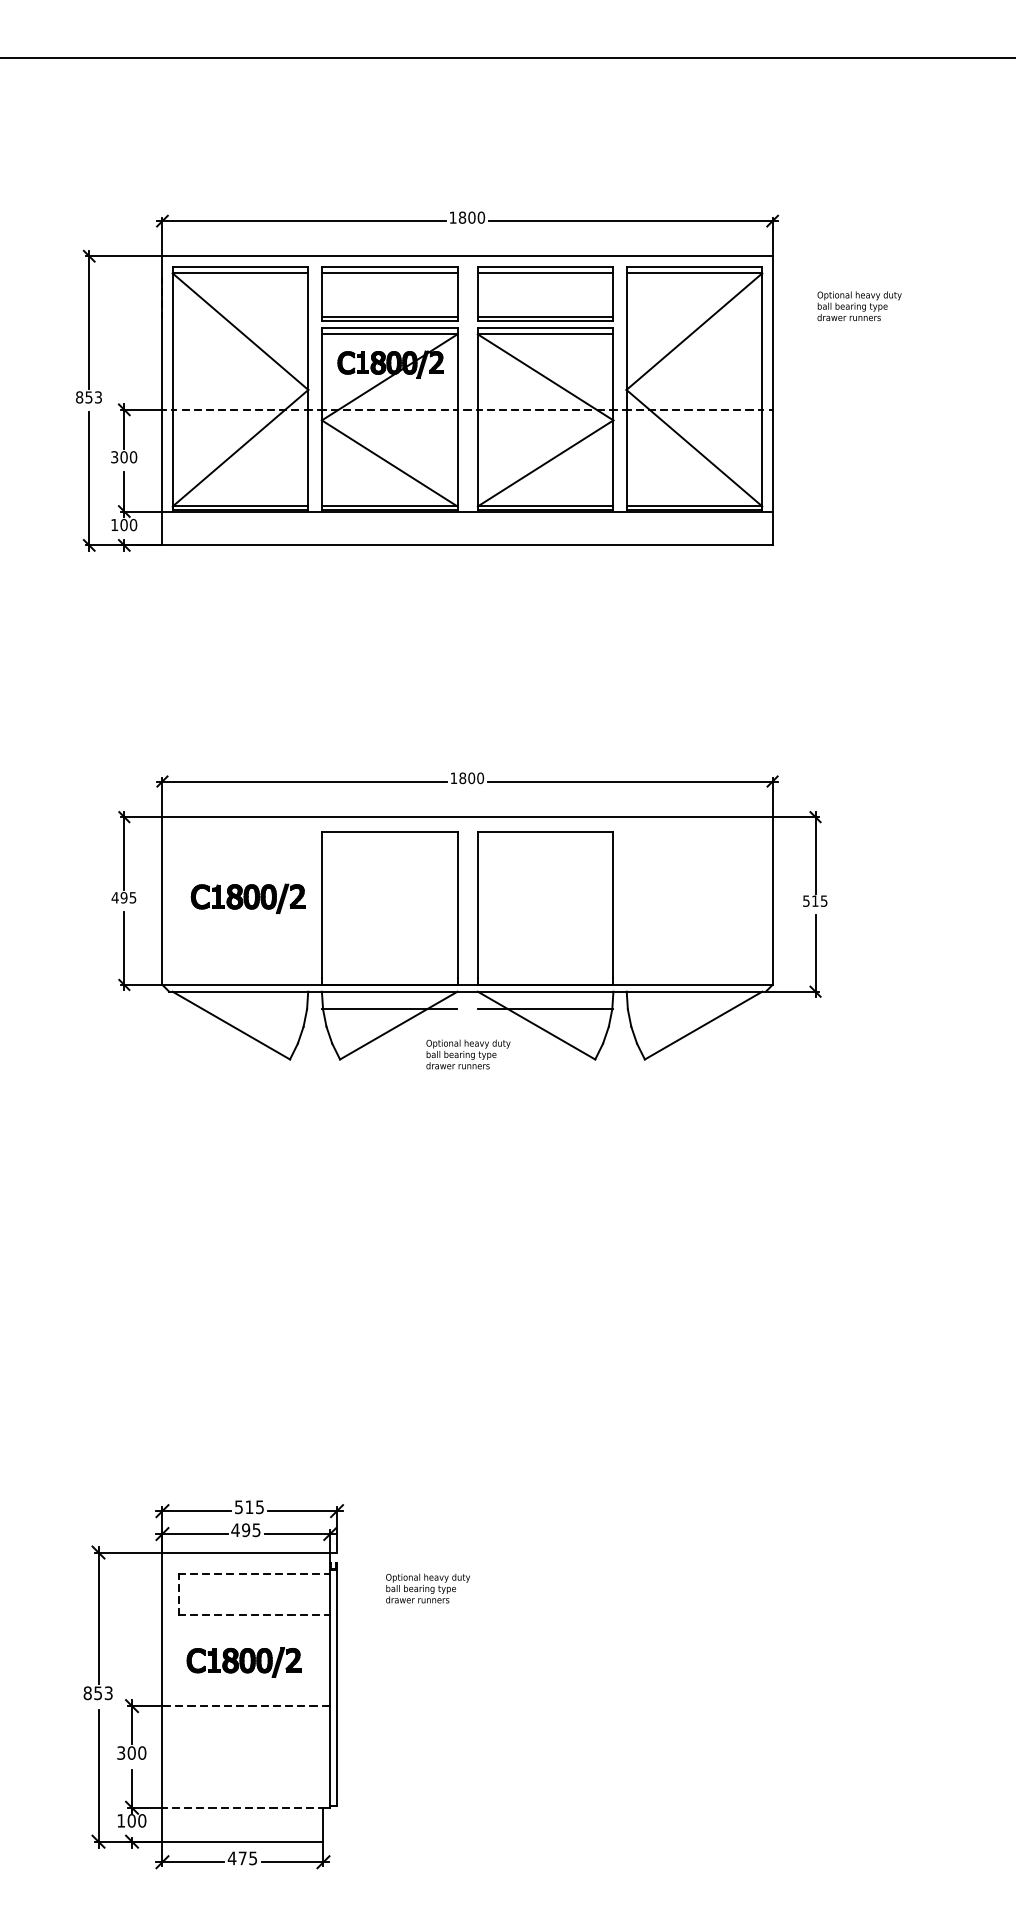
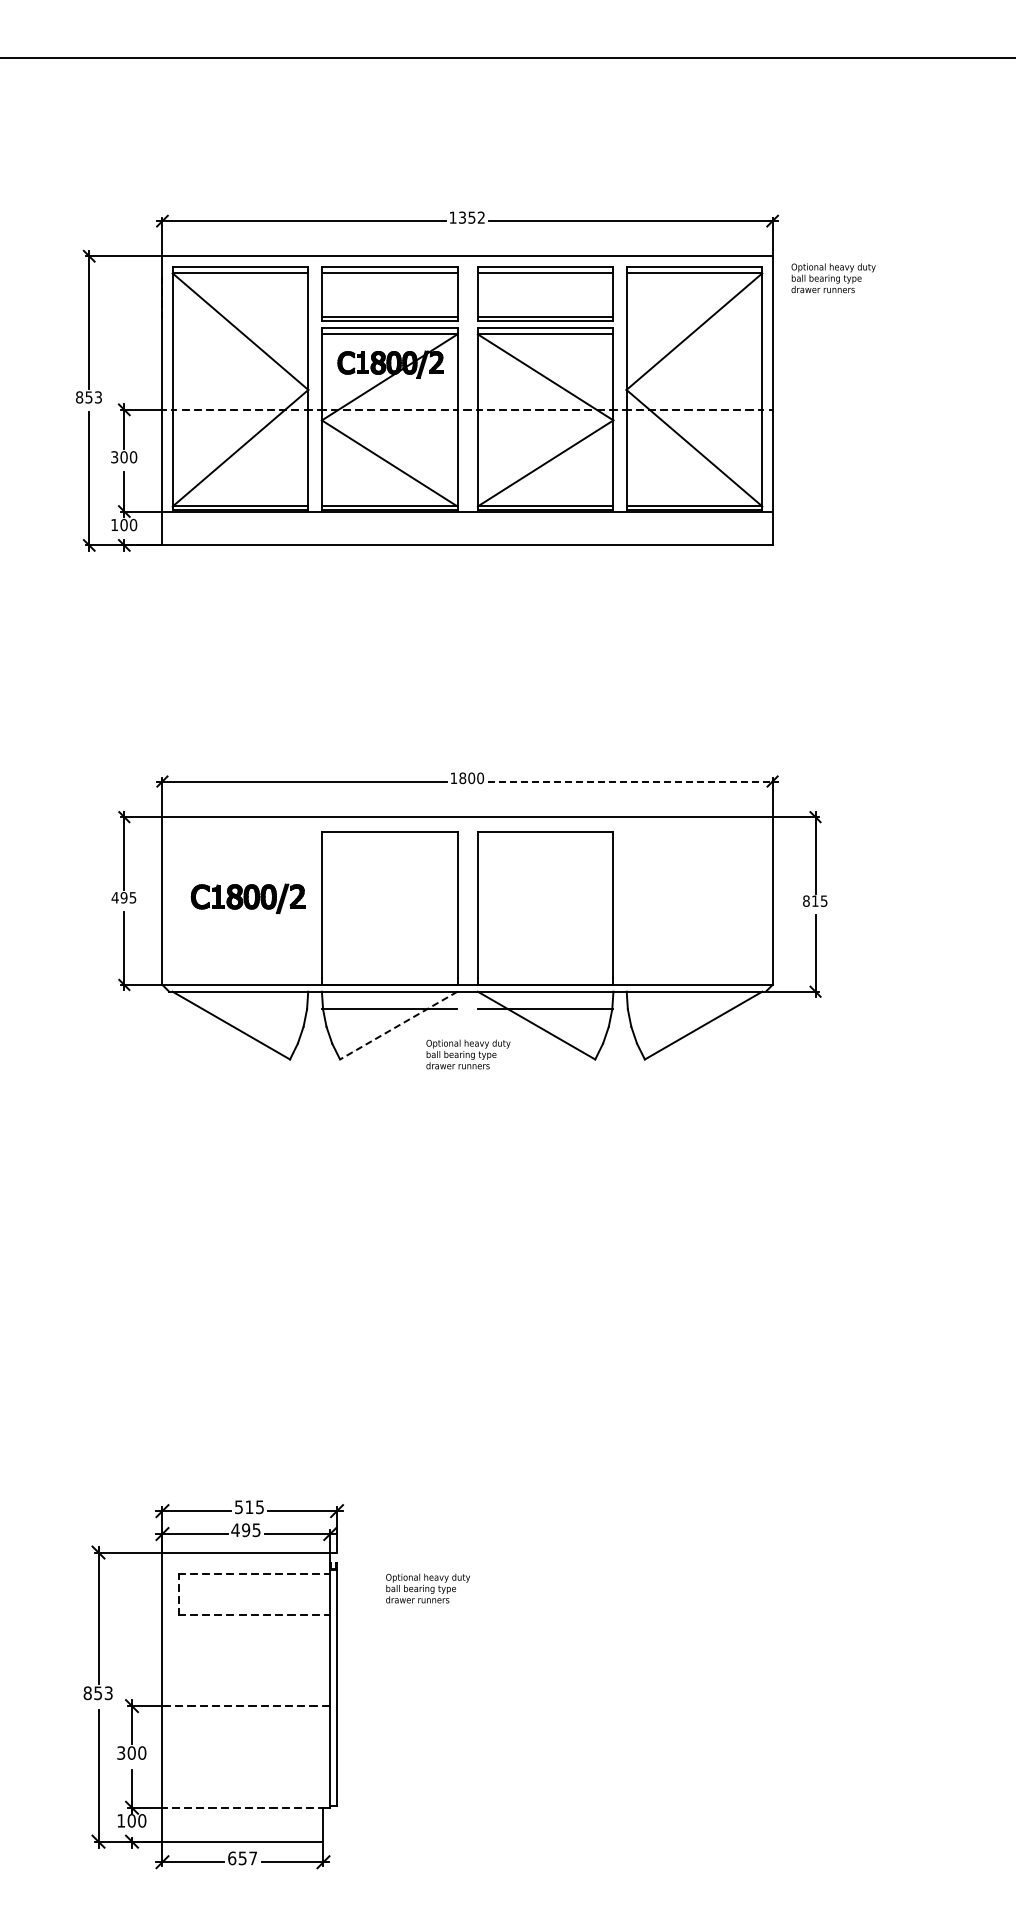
text at (471, 217): 1800 -> 1352
text at (859, 306) position: (859, 306) -> (833, 278)
line at (630, 781): solid -> dashed
text at (806, 900): 515 -> 815
line at (398, 1025): solid -> dashed
part at (243, 1662): present -> none
text at (241, 1858): 475 -> 657
